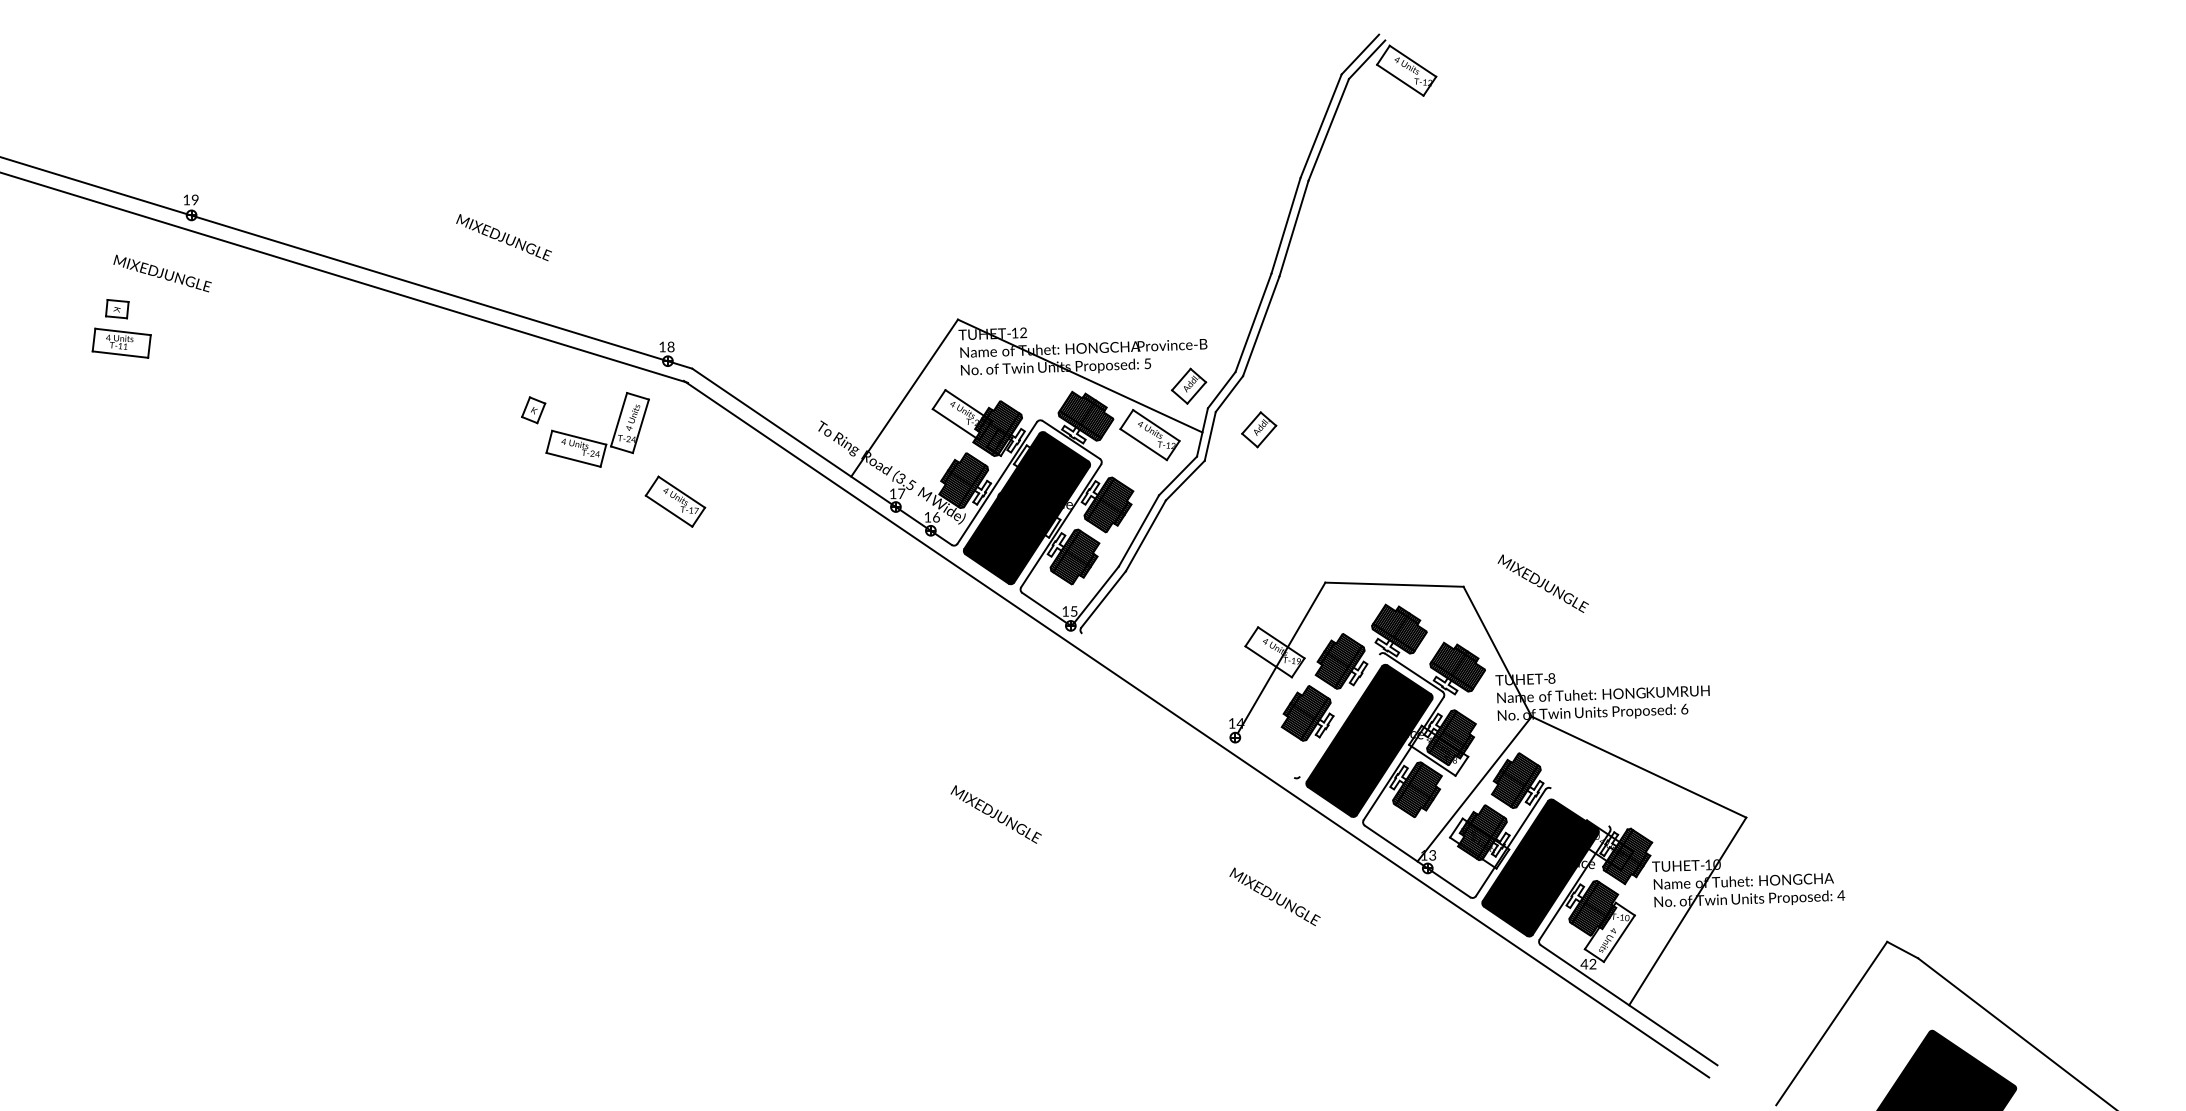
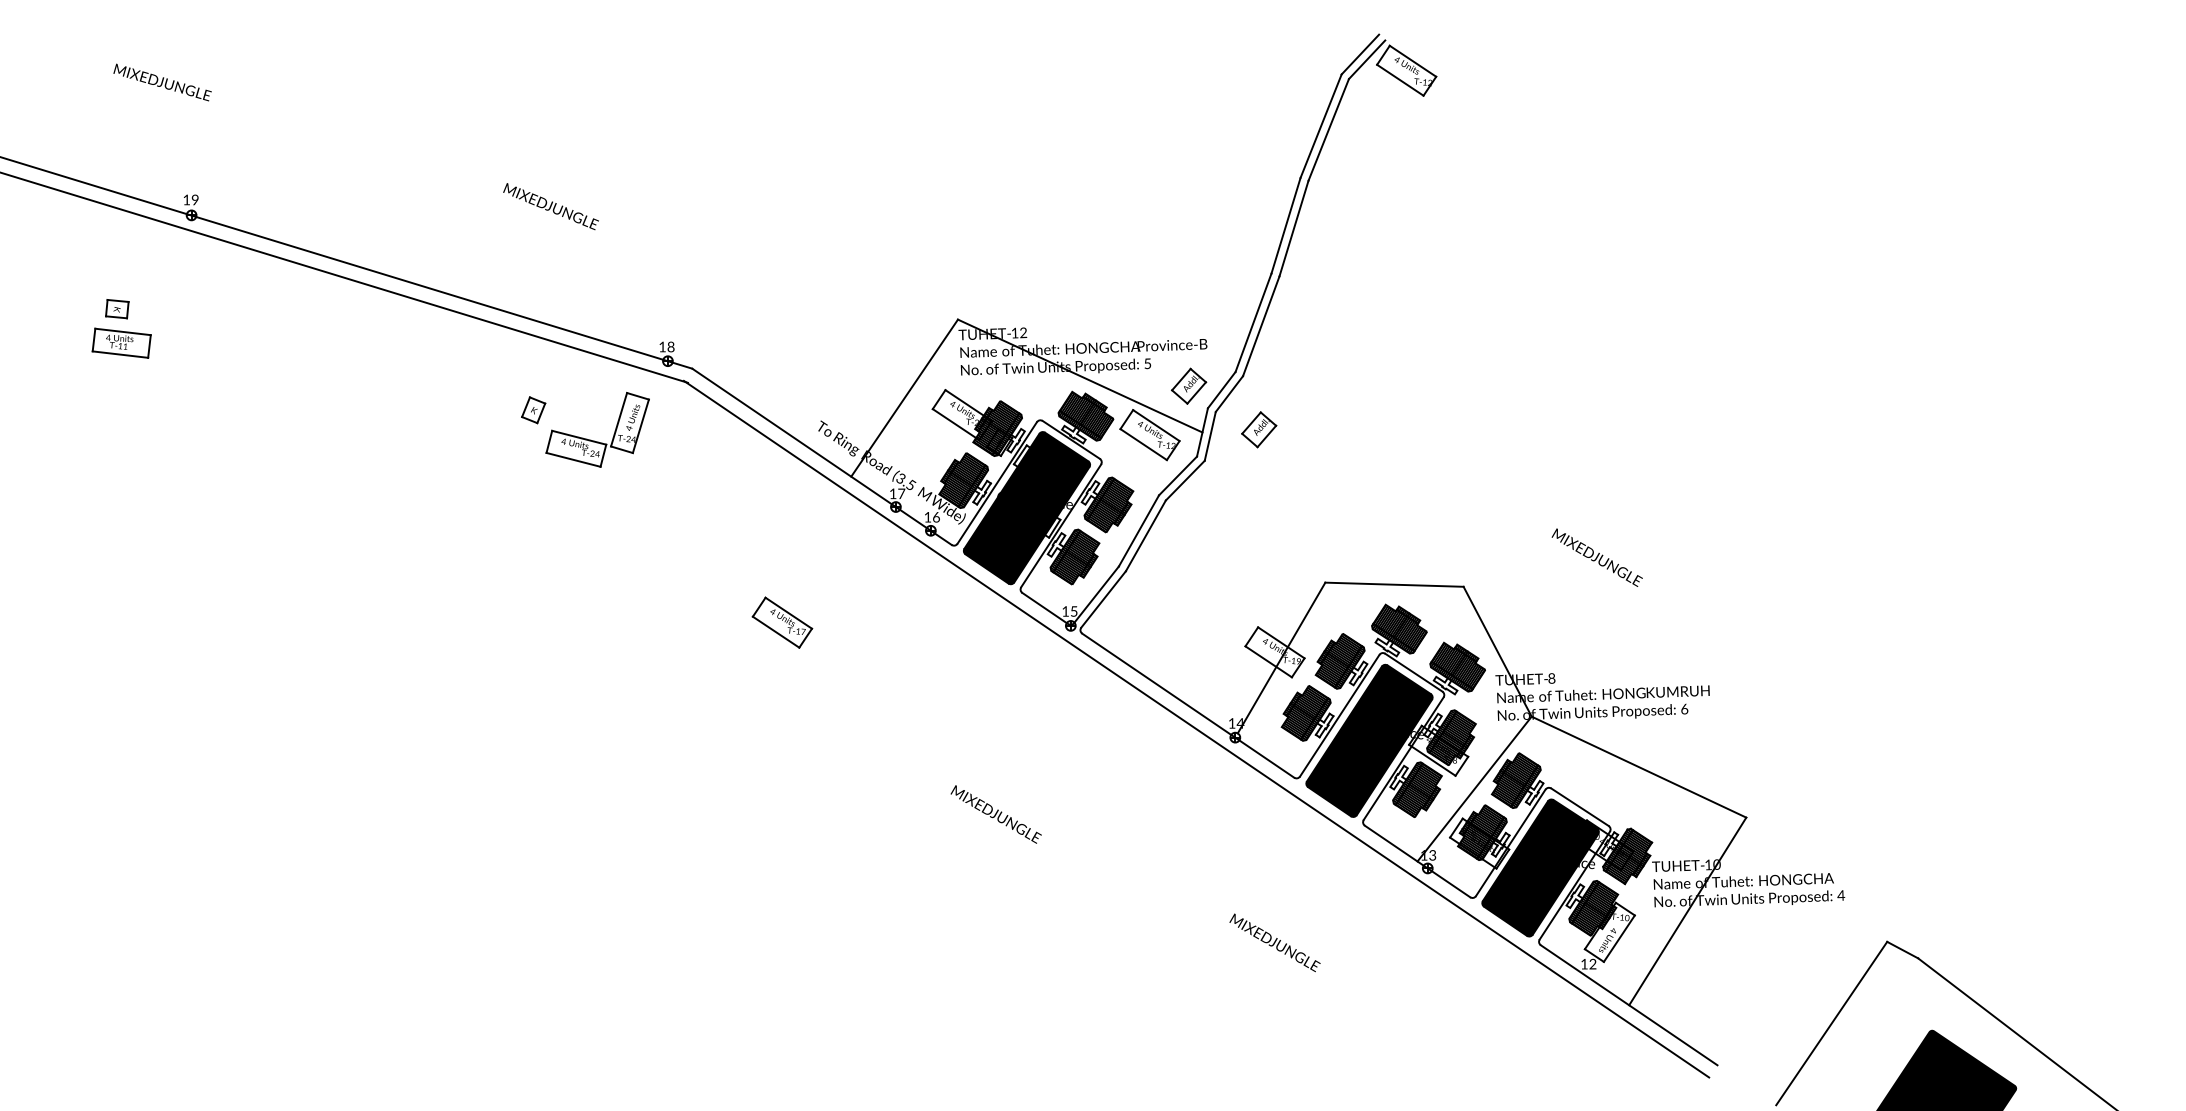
text at (503, 237) position: (503, 237) -> (550, 206)
text at (162, 273) position: (162, 273) -> (162, 82)
part at (675, 501) position: (675, 501) -> (782, 622)
text at (1542, 583) position: (1542, 583) -> (1596, 557)
line at (1188, 705): none -> present
line at (1339, 715): none -> present
line at (1579, 806): none -> present
text at (1274, 896) position: (1274, 896) -> (1274, 942)
text at (1584, 964): 42 -> 12
